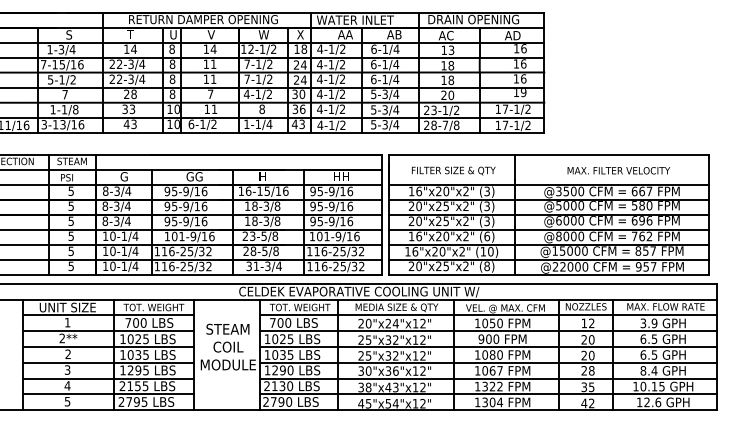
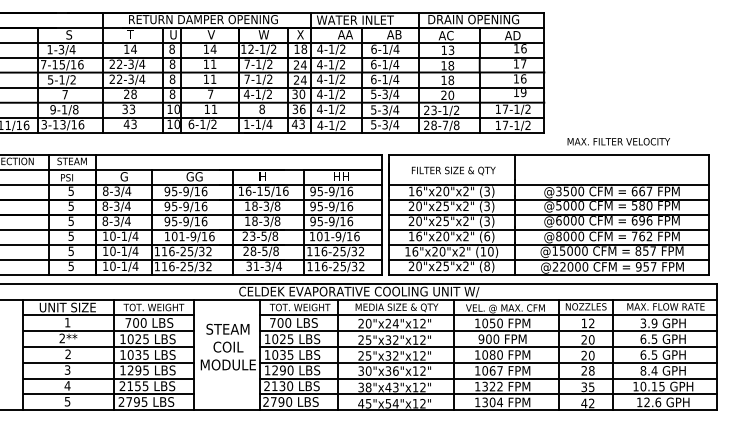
text at (523, 63): 16 -> 17
text at (52, 109): 1-1/8 -> 9-1/8
text at (618, 170) position: (618, 170) -> (618, 141)
